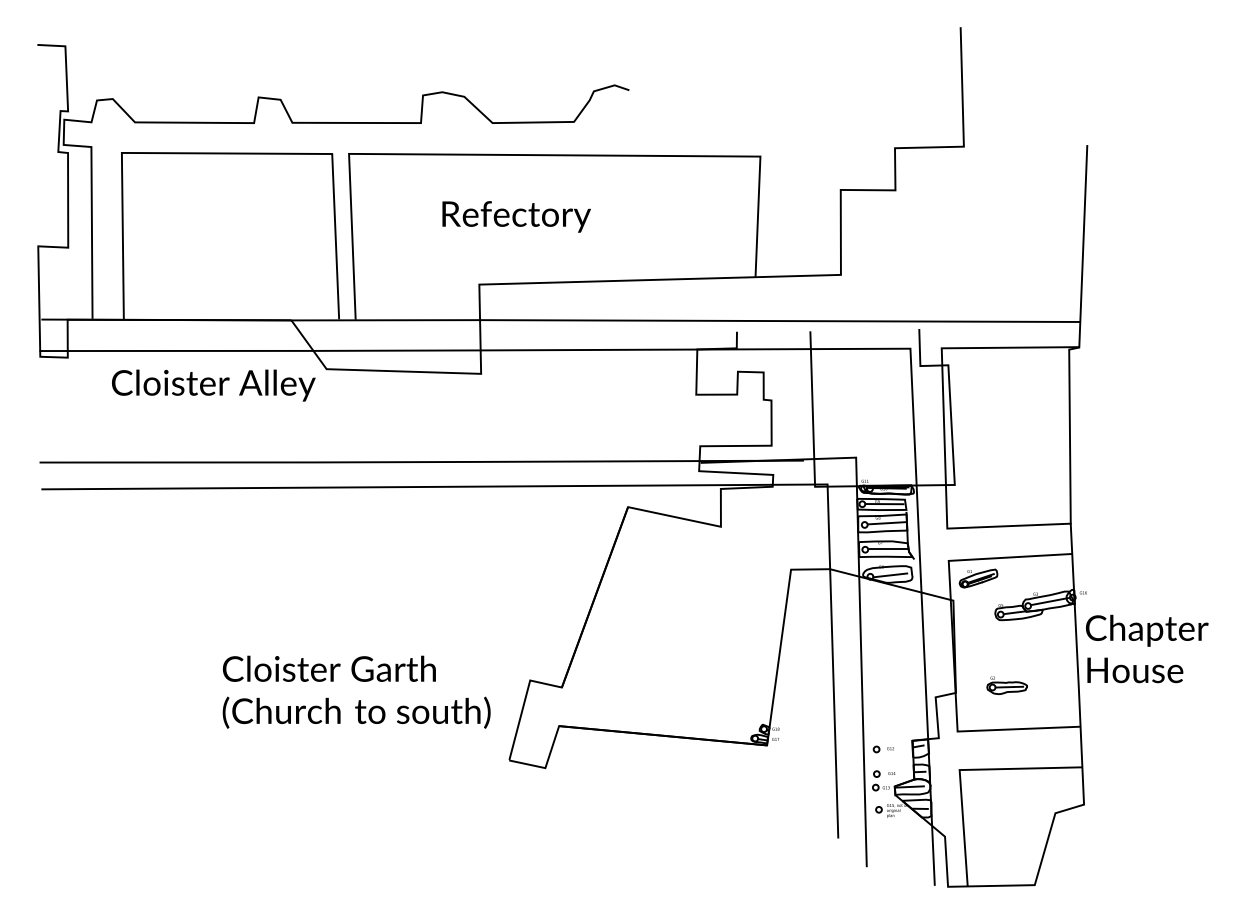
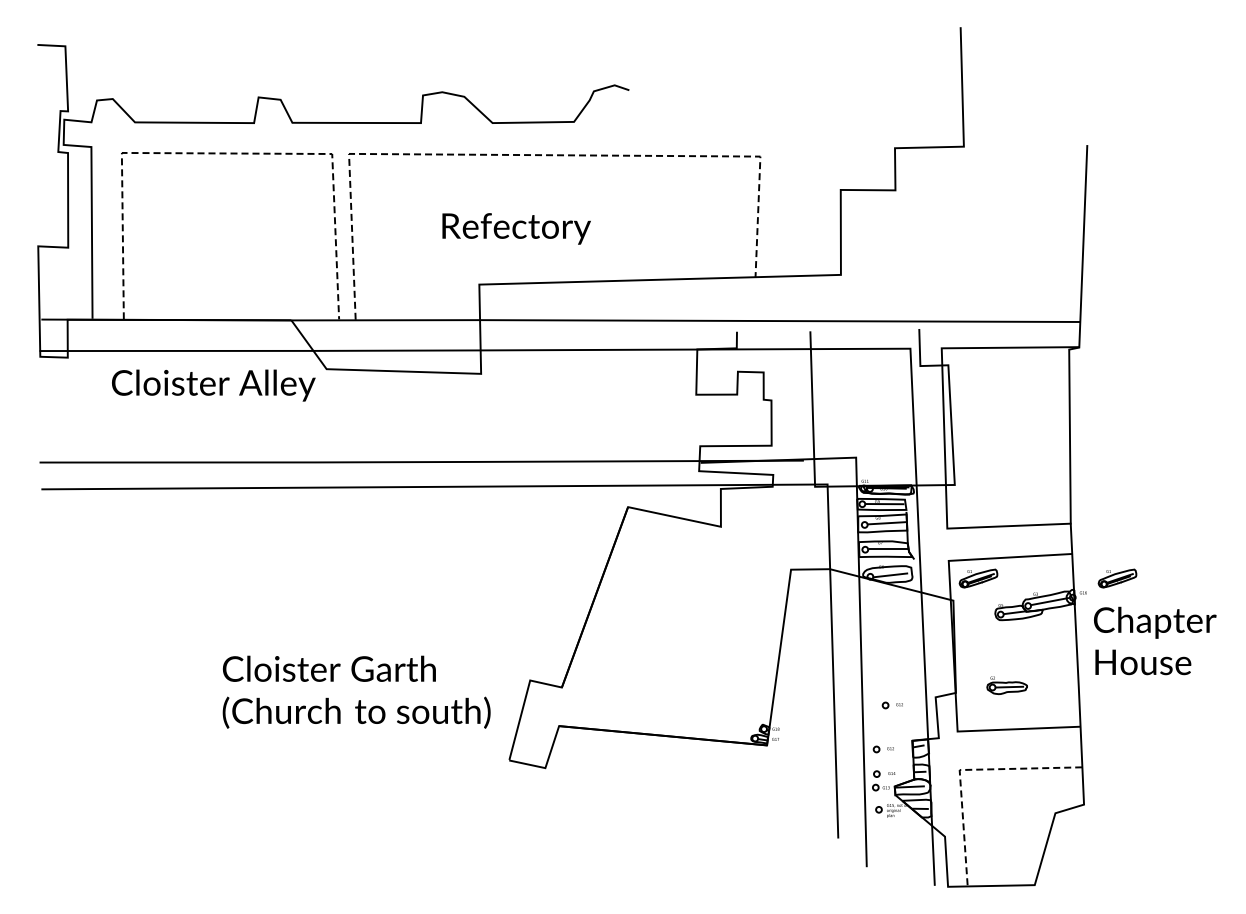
line at (226, 153): solid -> dashed
line at (532, 155): solid -> dashed
text at (516, 216) position: (516, 216) -> (516, 228)
part at (1117, 578): none -> present
text at (1147, 648) position: (1147, 648) -> (1155, 640)
part at (891, 705): none -> present
line at (961, 770): solid -> dashed
